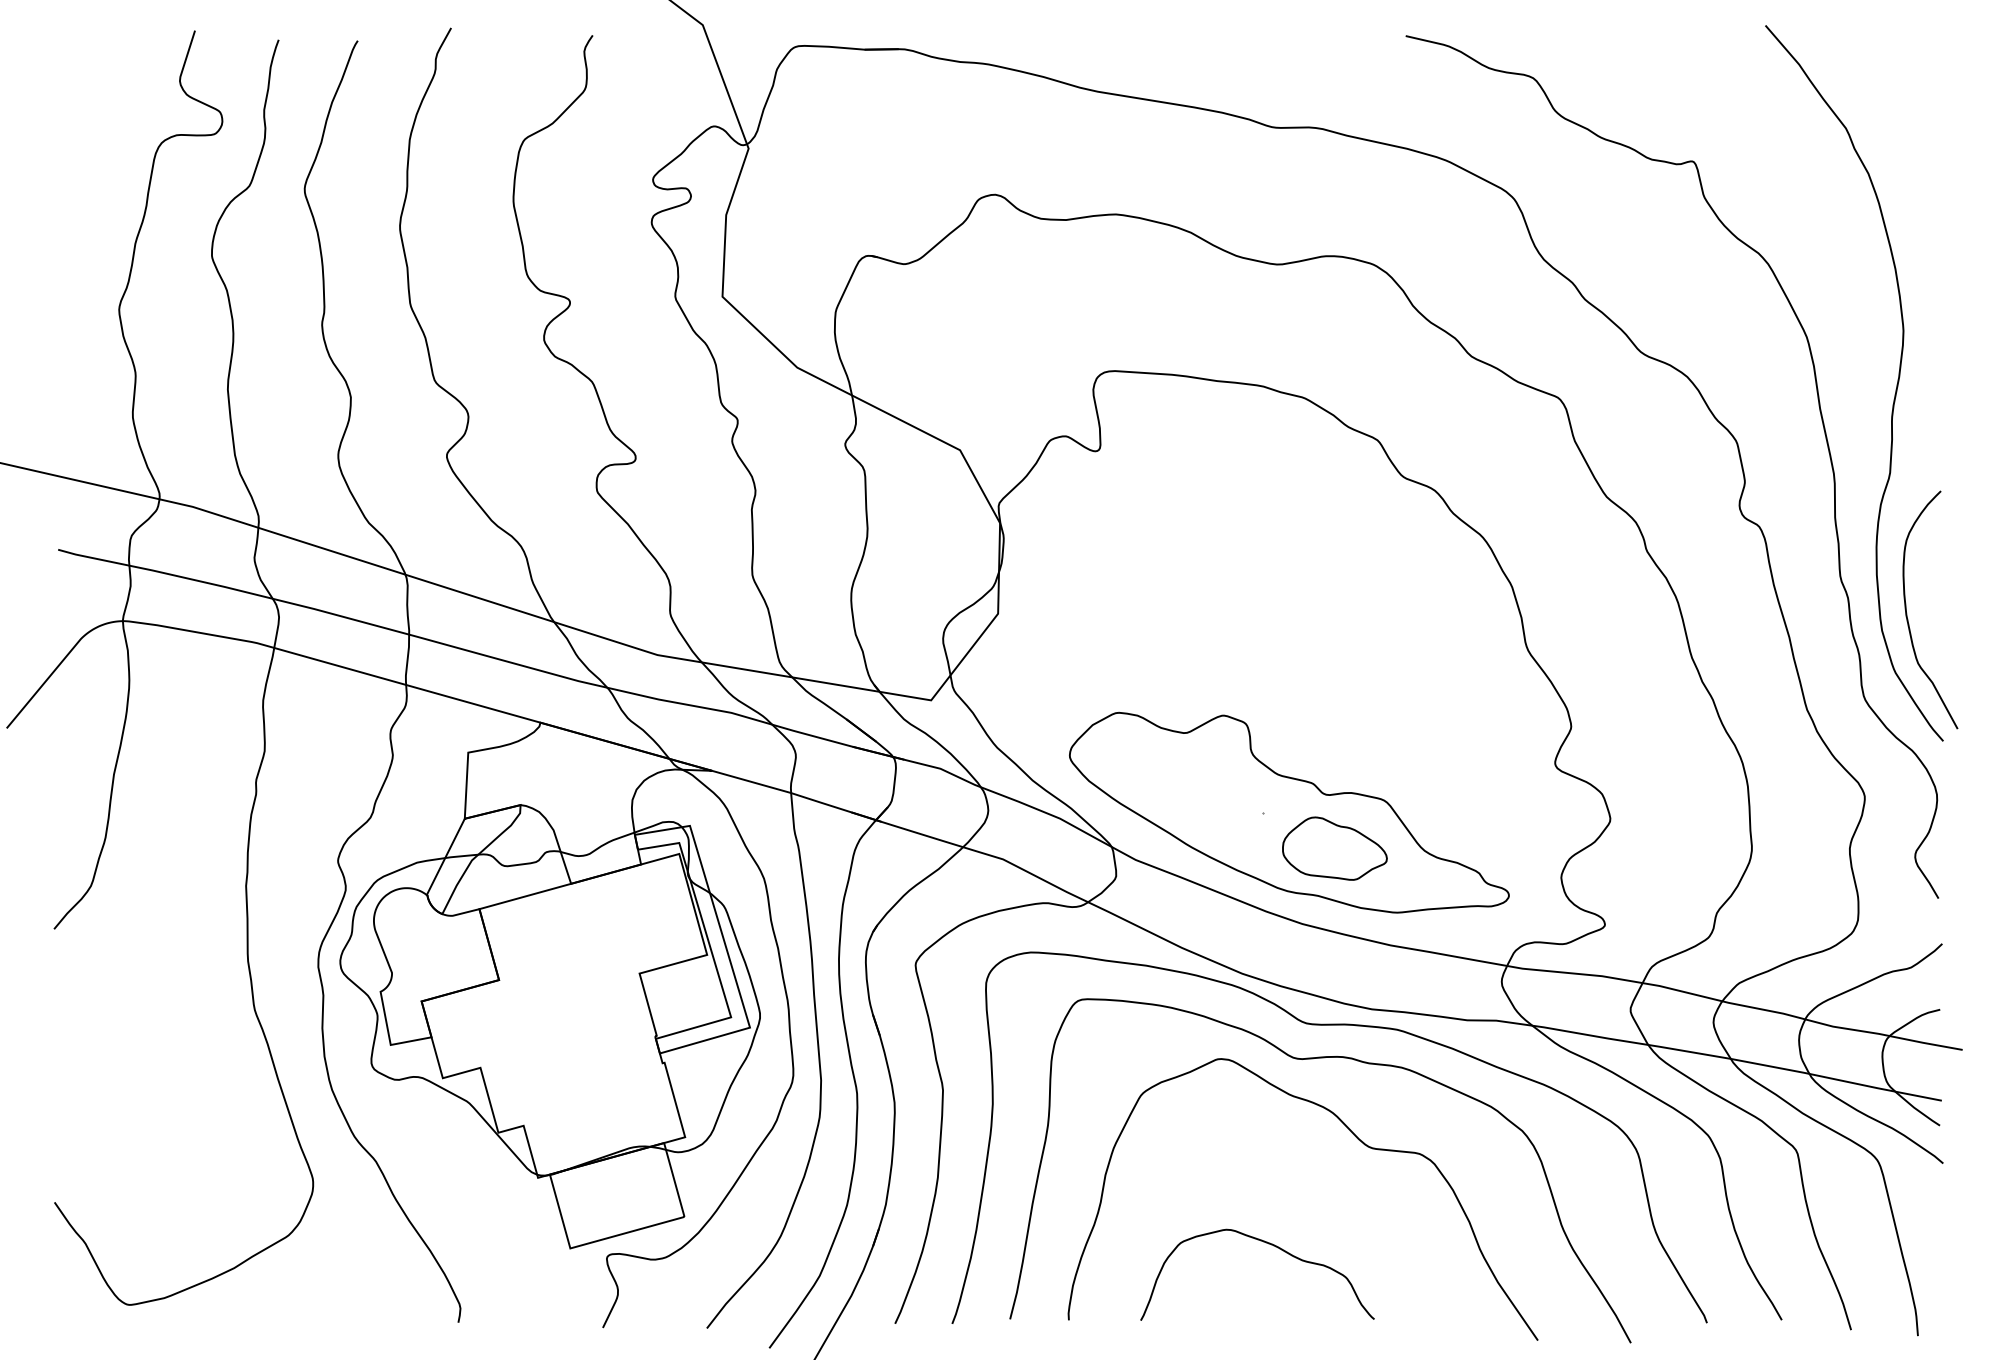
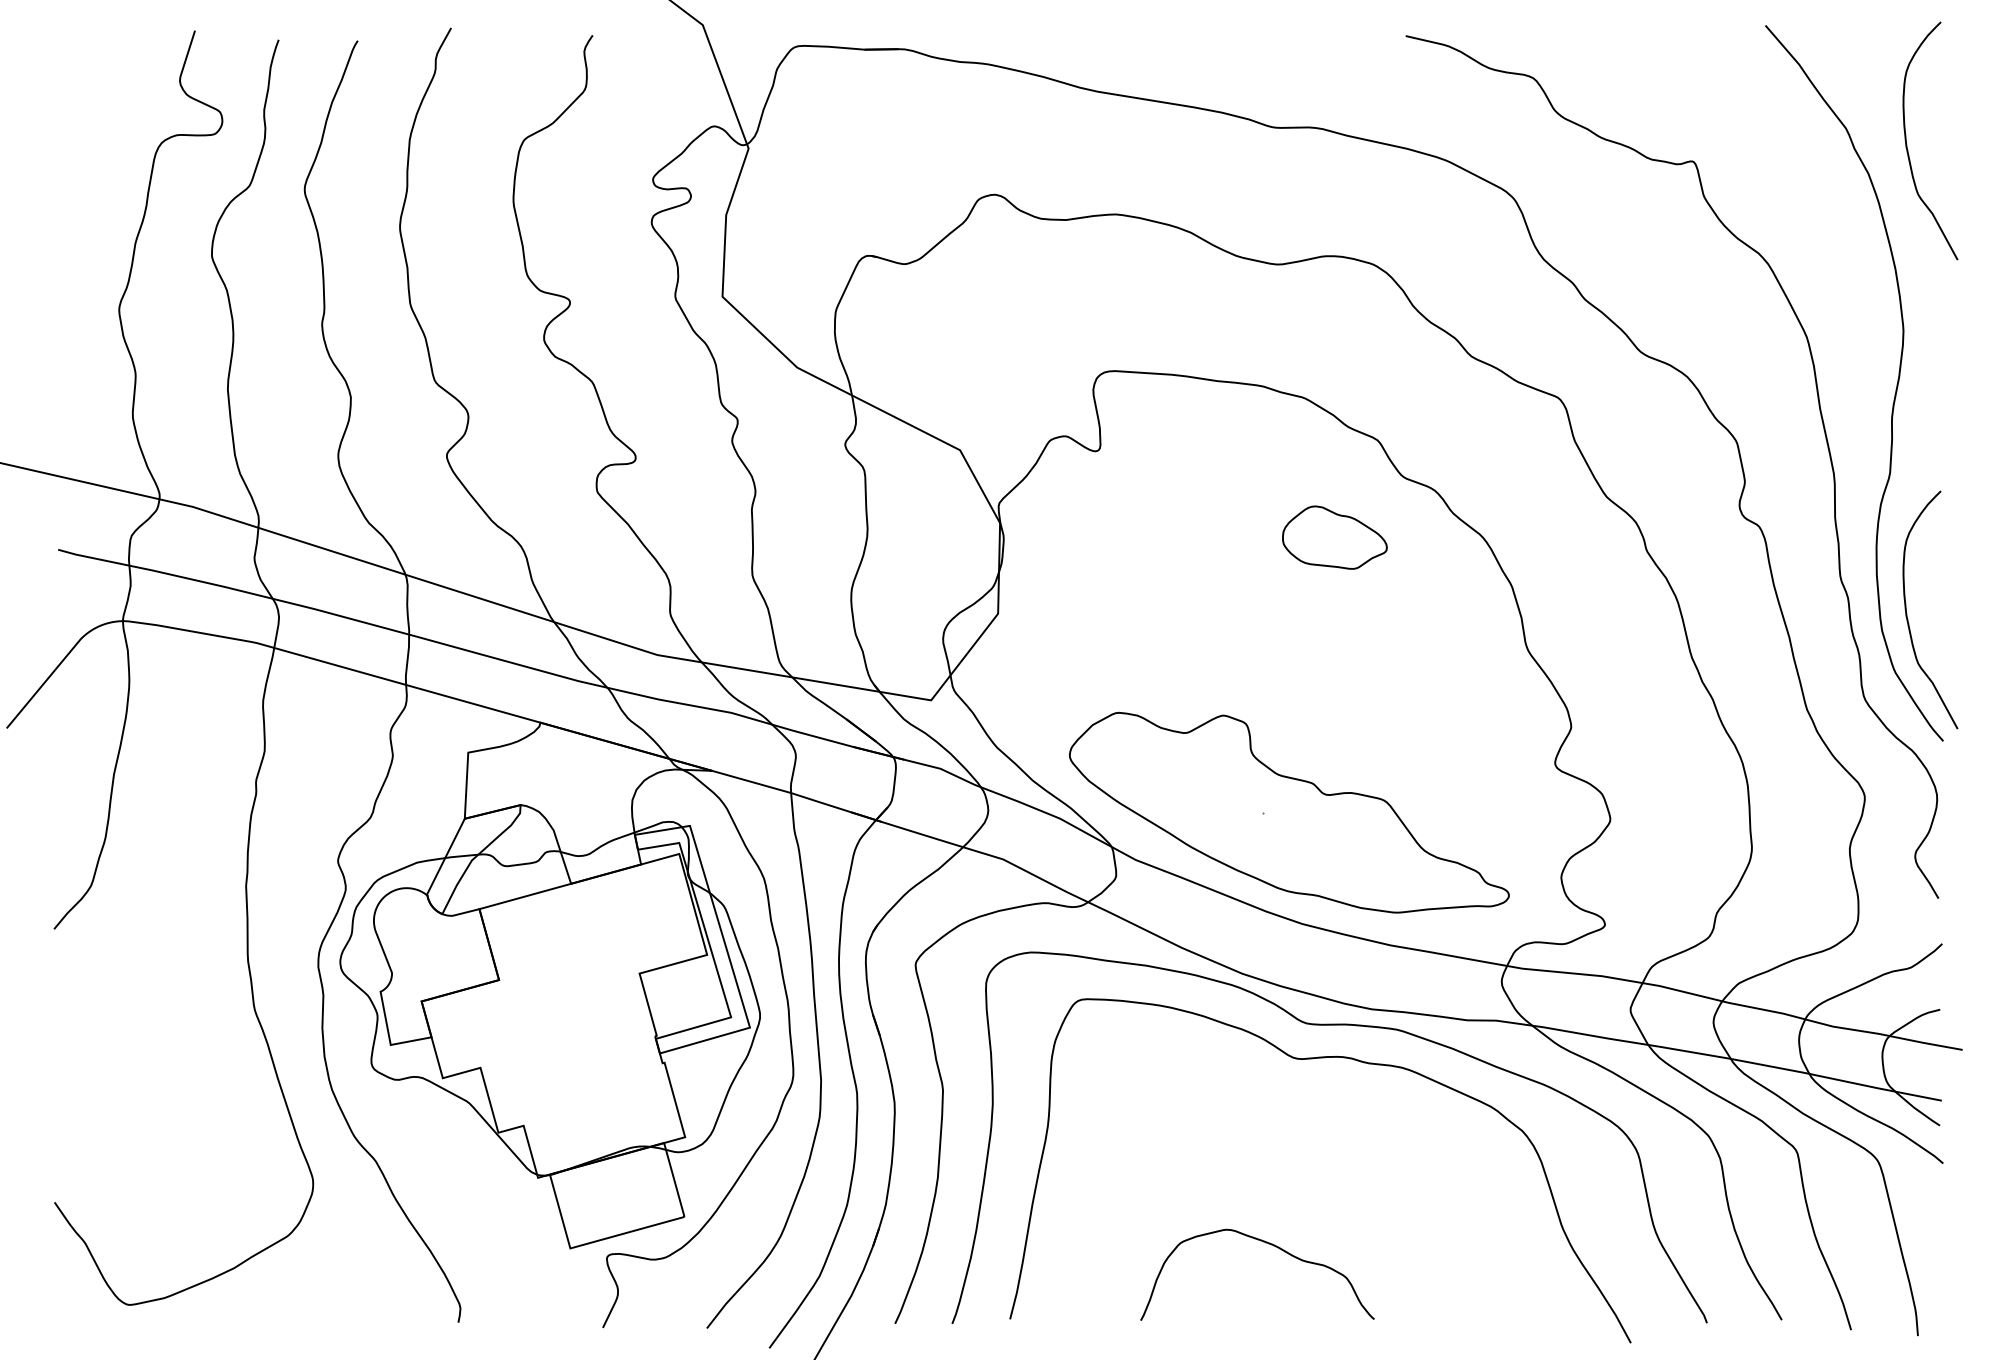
curve at (1907, 144): none -> present
part at (1334, 848) position: (1334, 848) -> (1334, 537)
curve at (1358, 1140): present -> none
